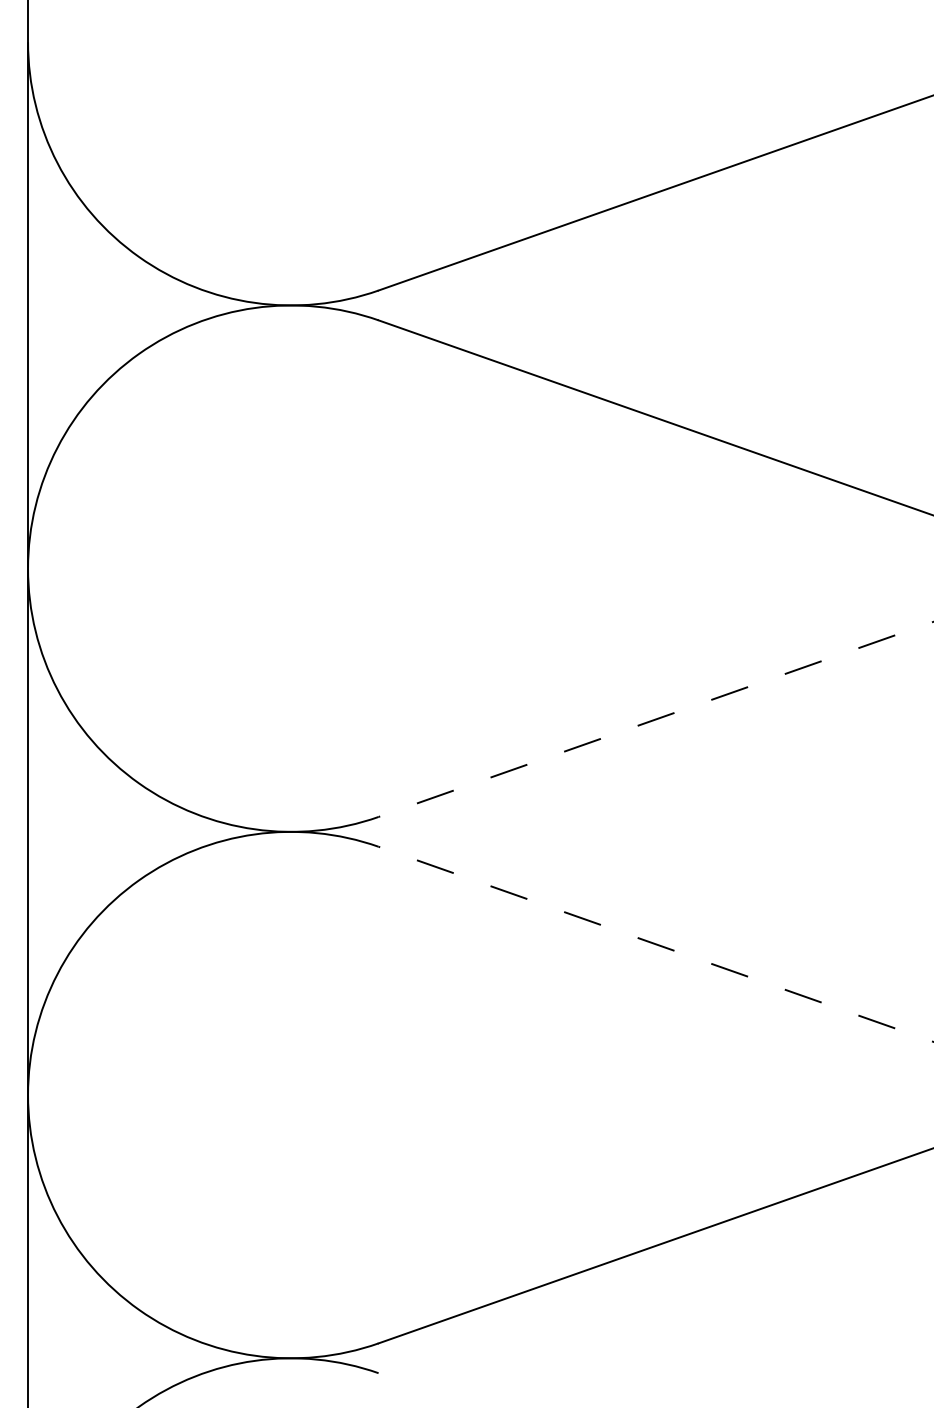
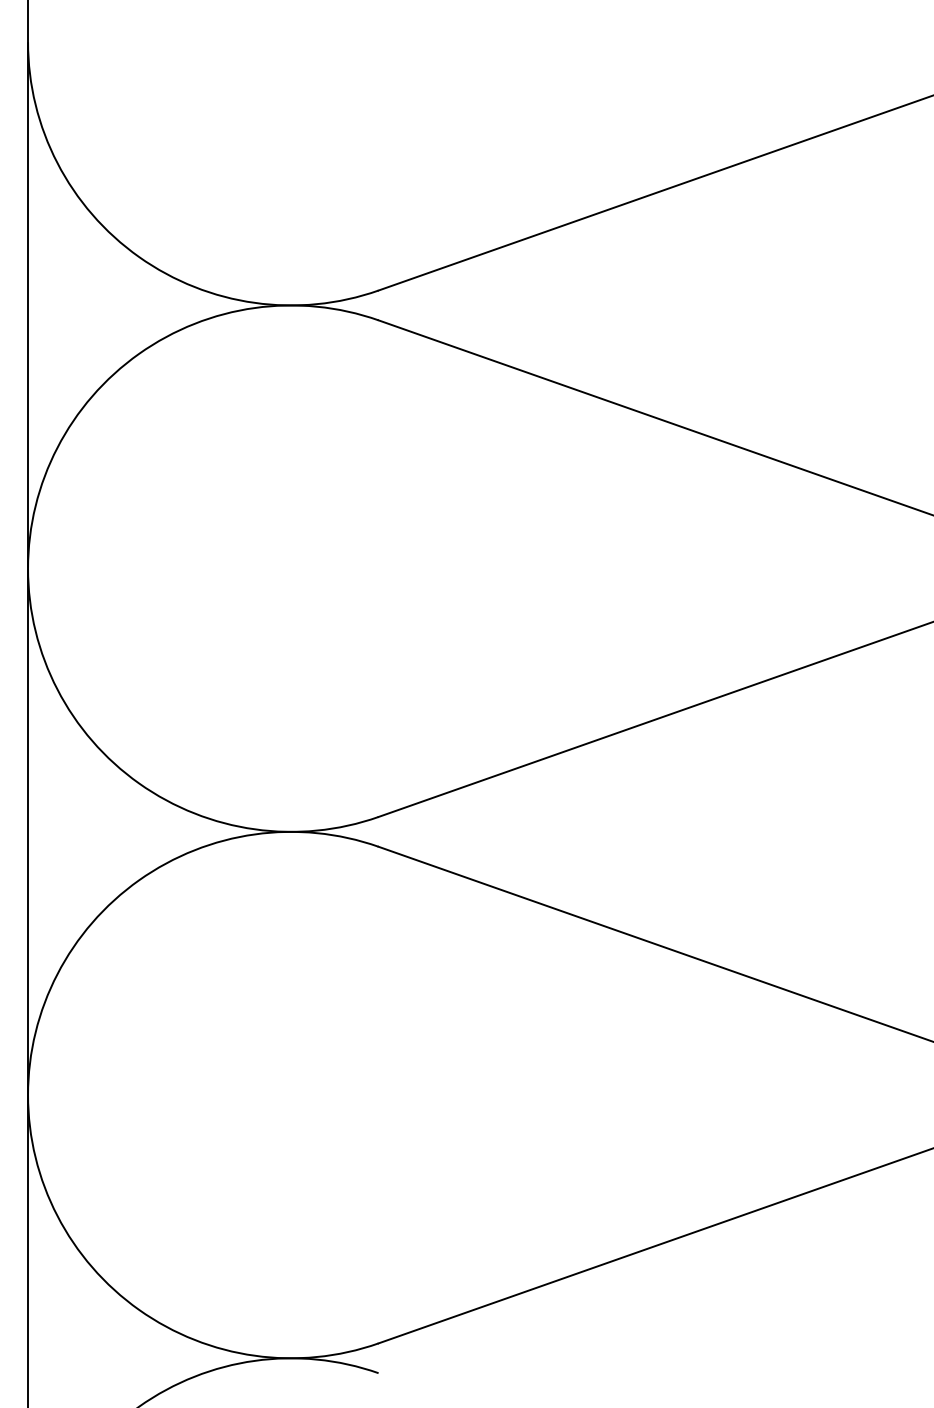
line at (655, 719): dashed -> solid
line at (655, 944): dashed -> solid
